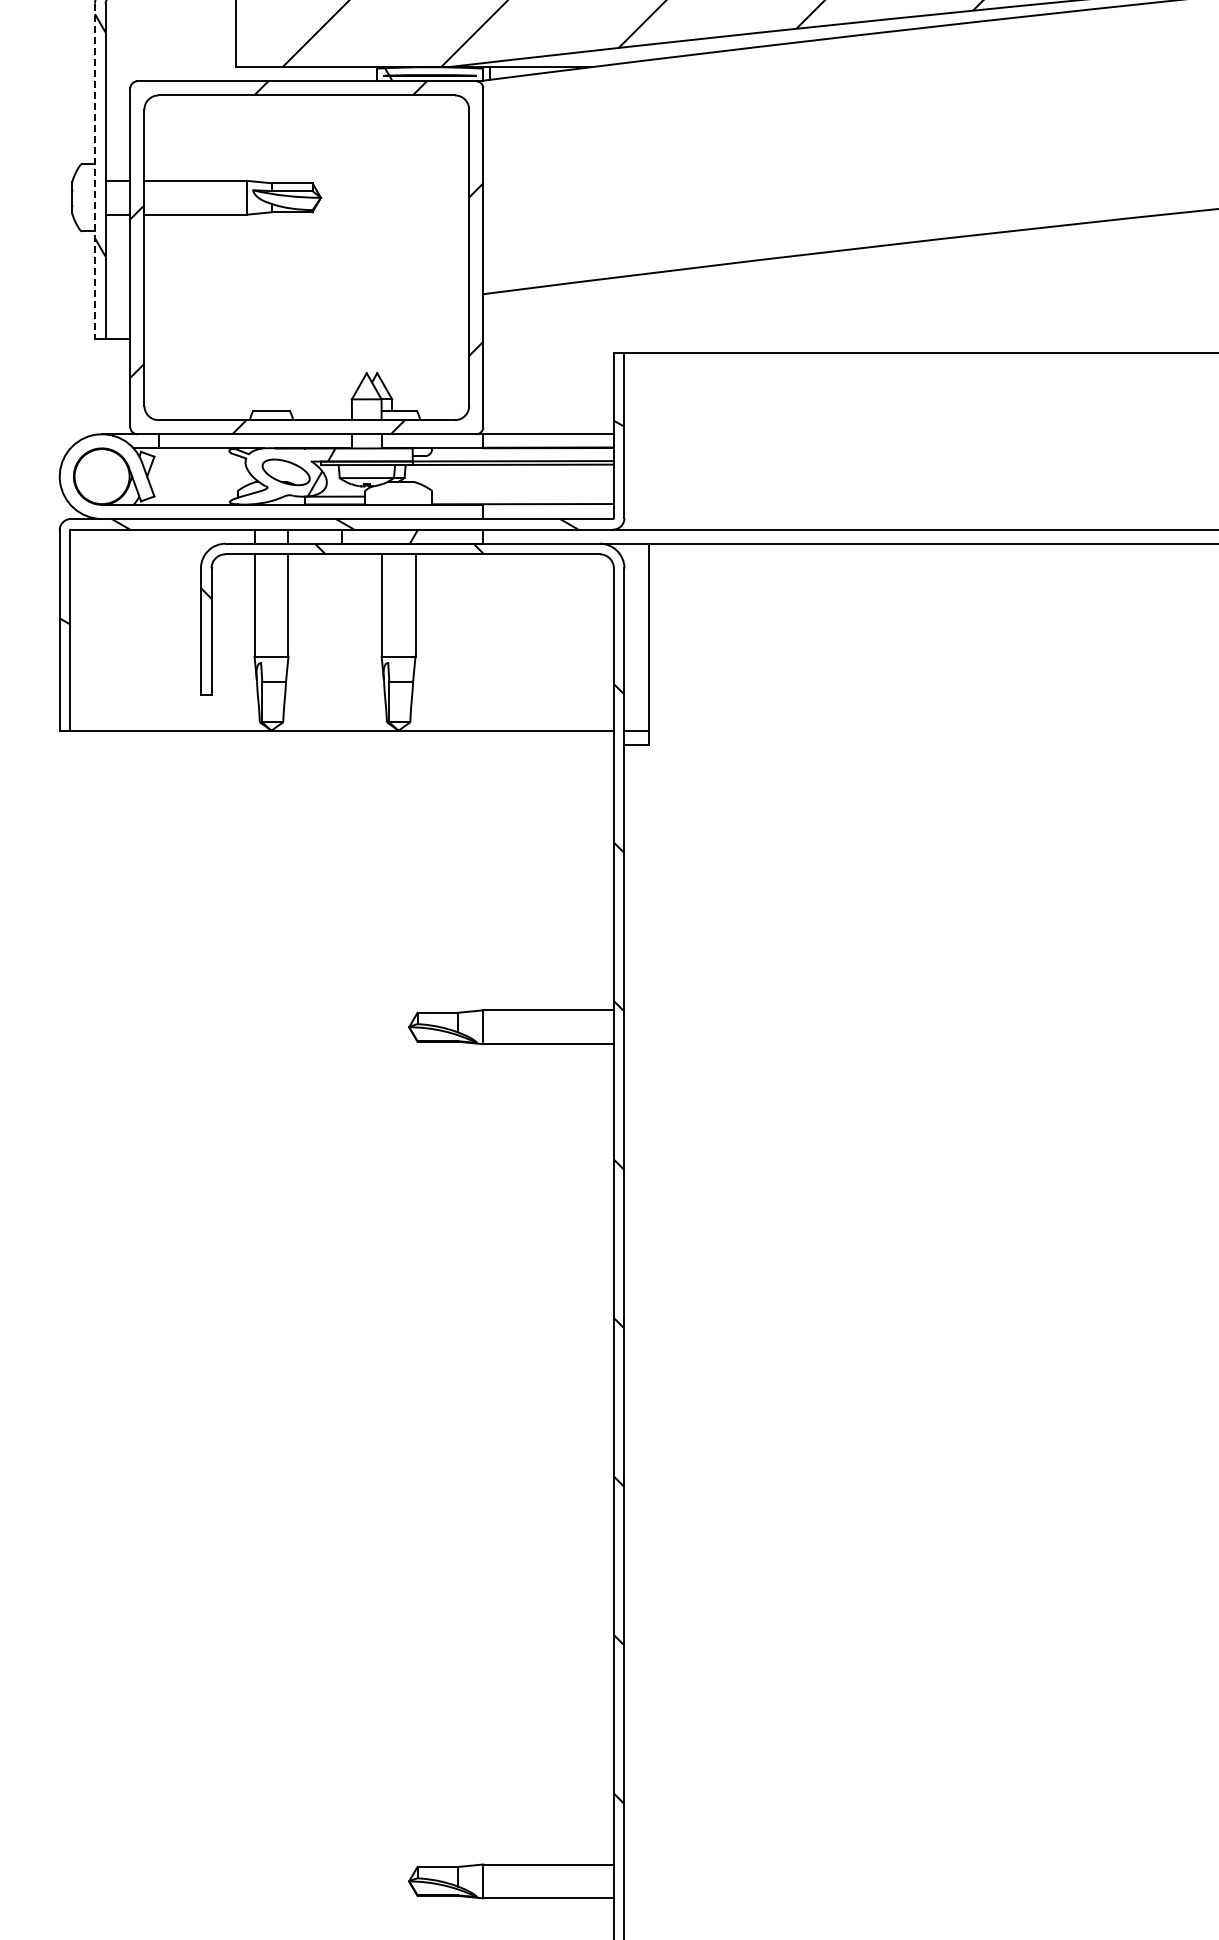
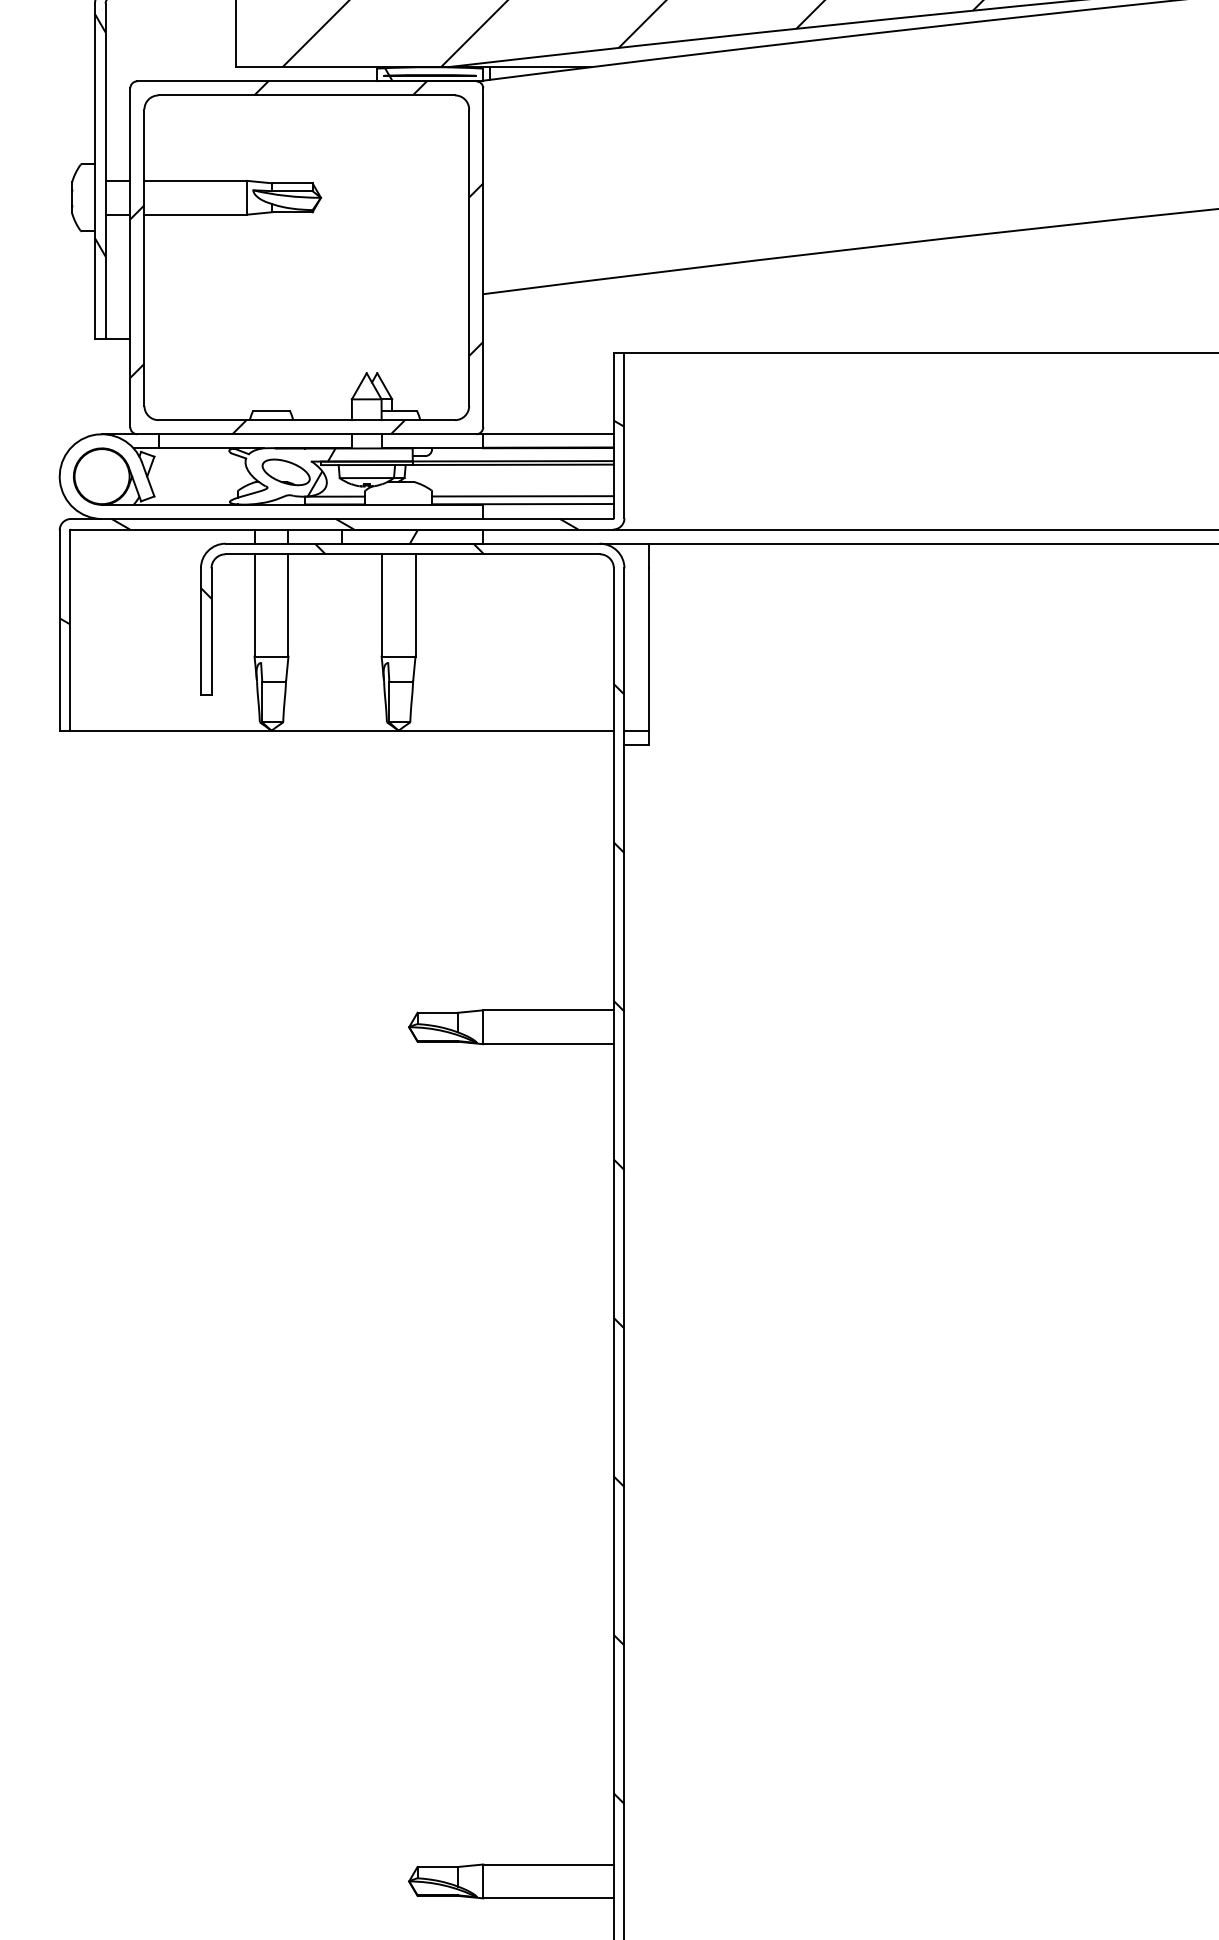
line at (95, 171): dashed -> solid
line at (522, 496): none -> present
